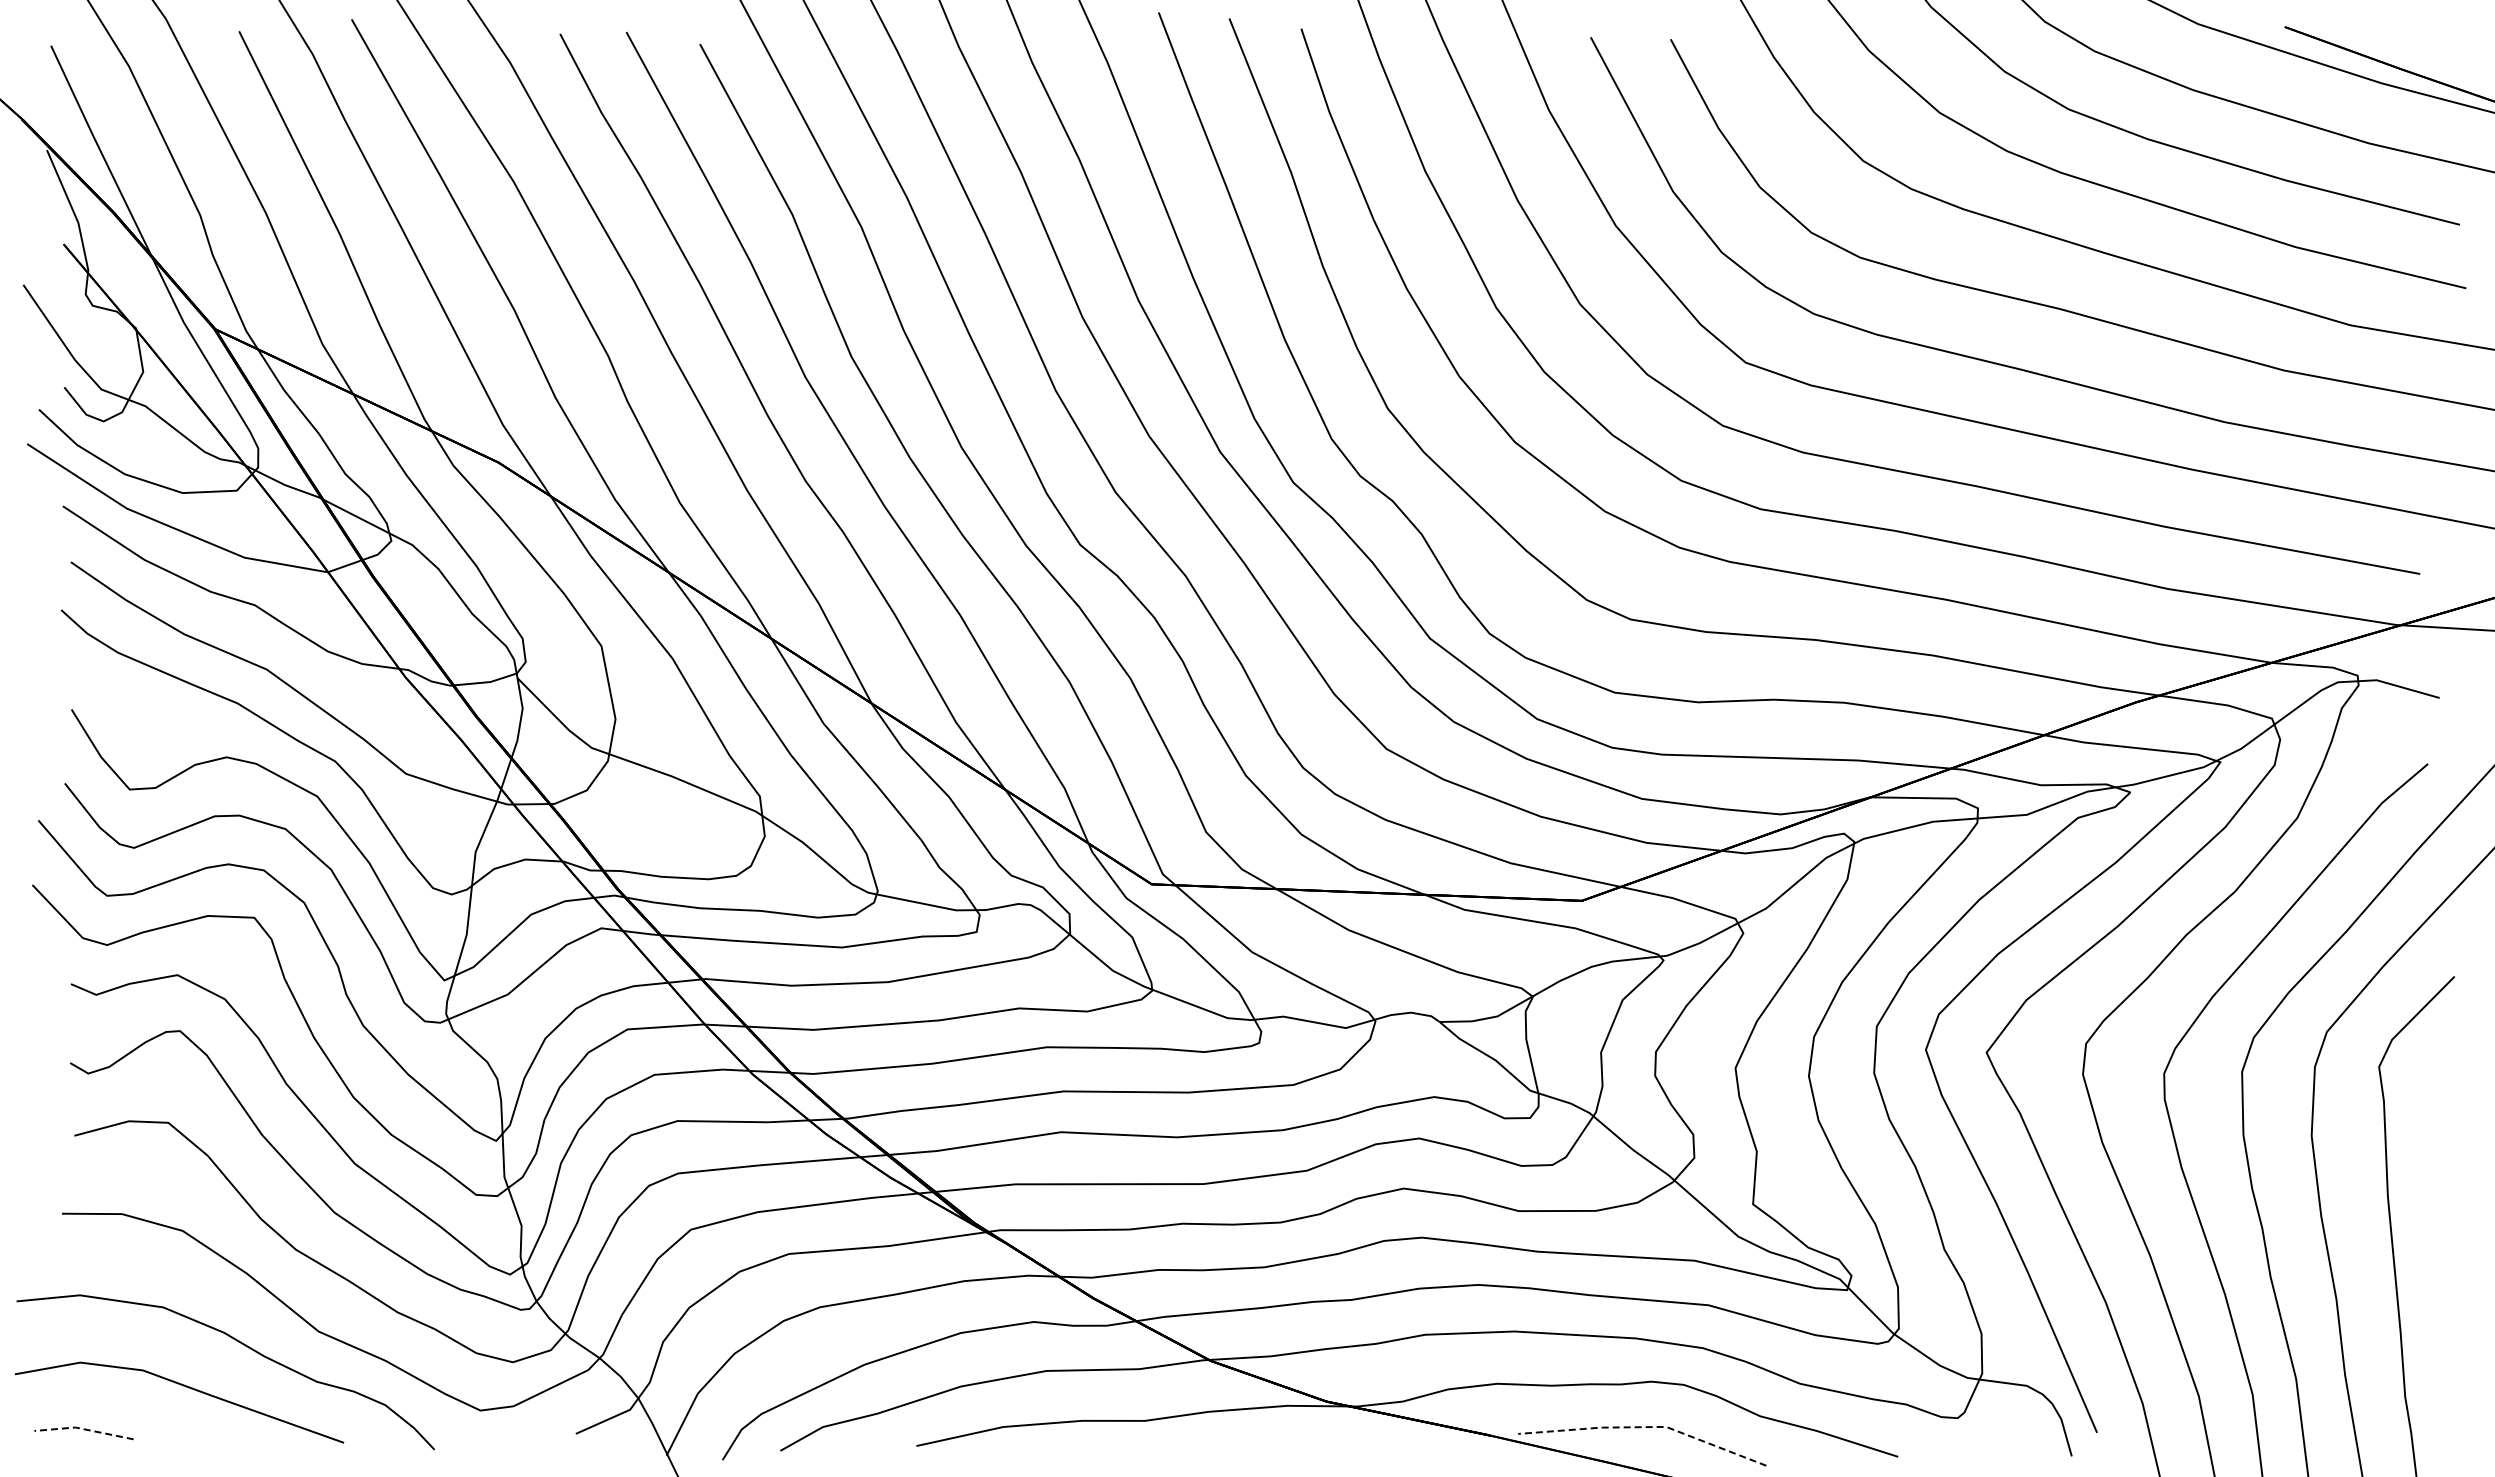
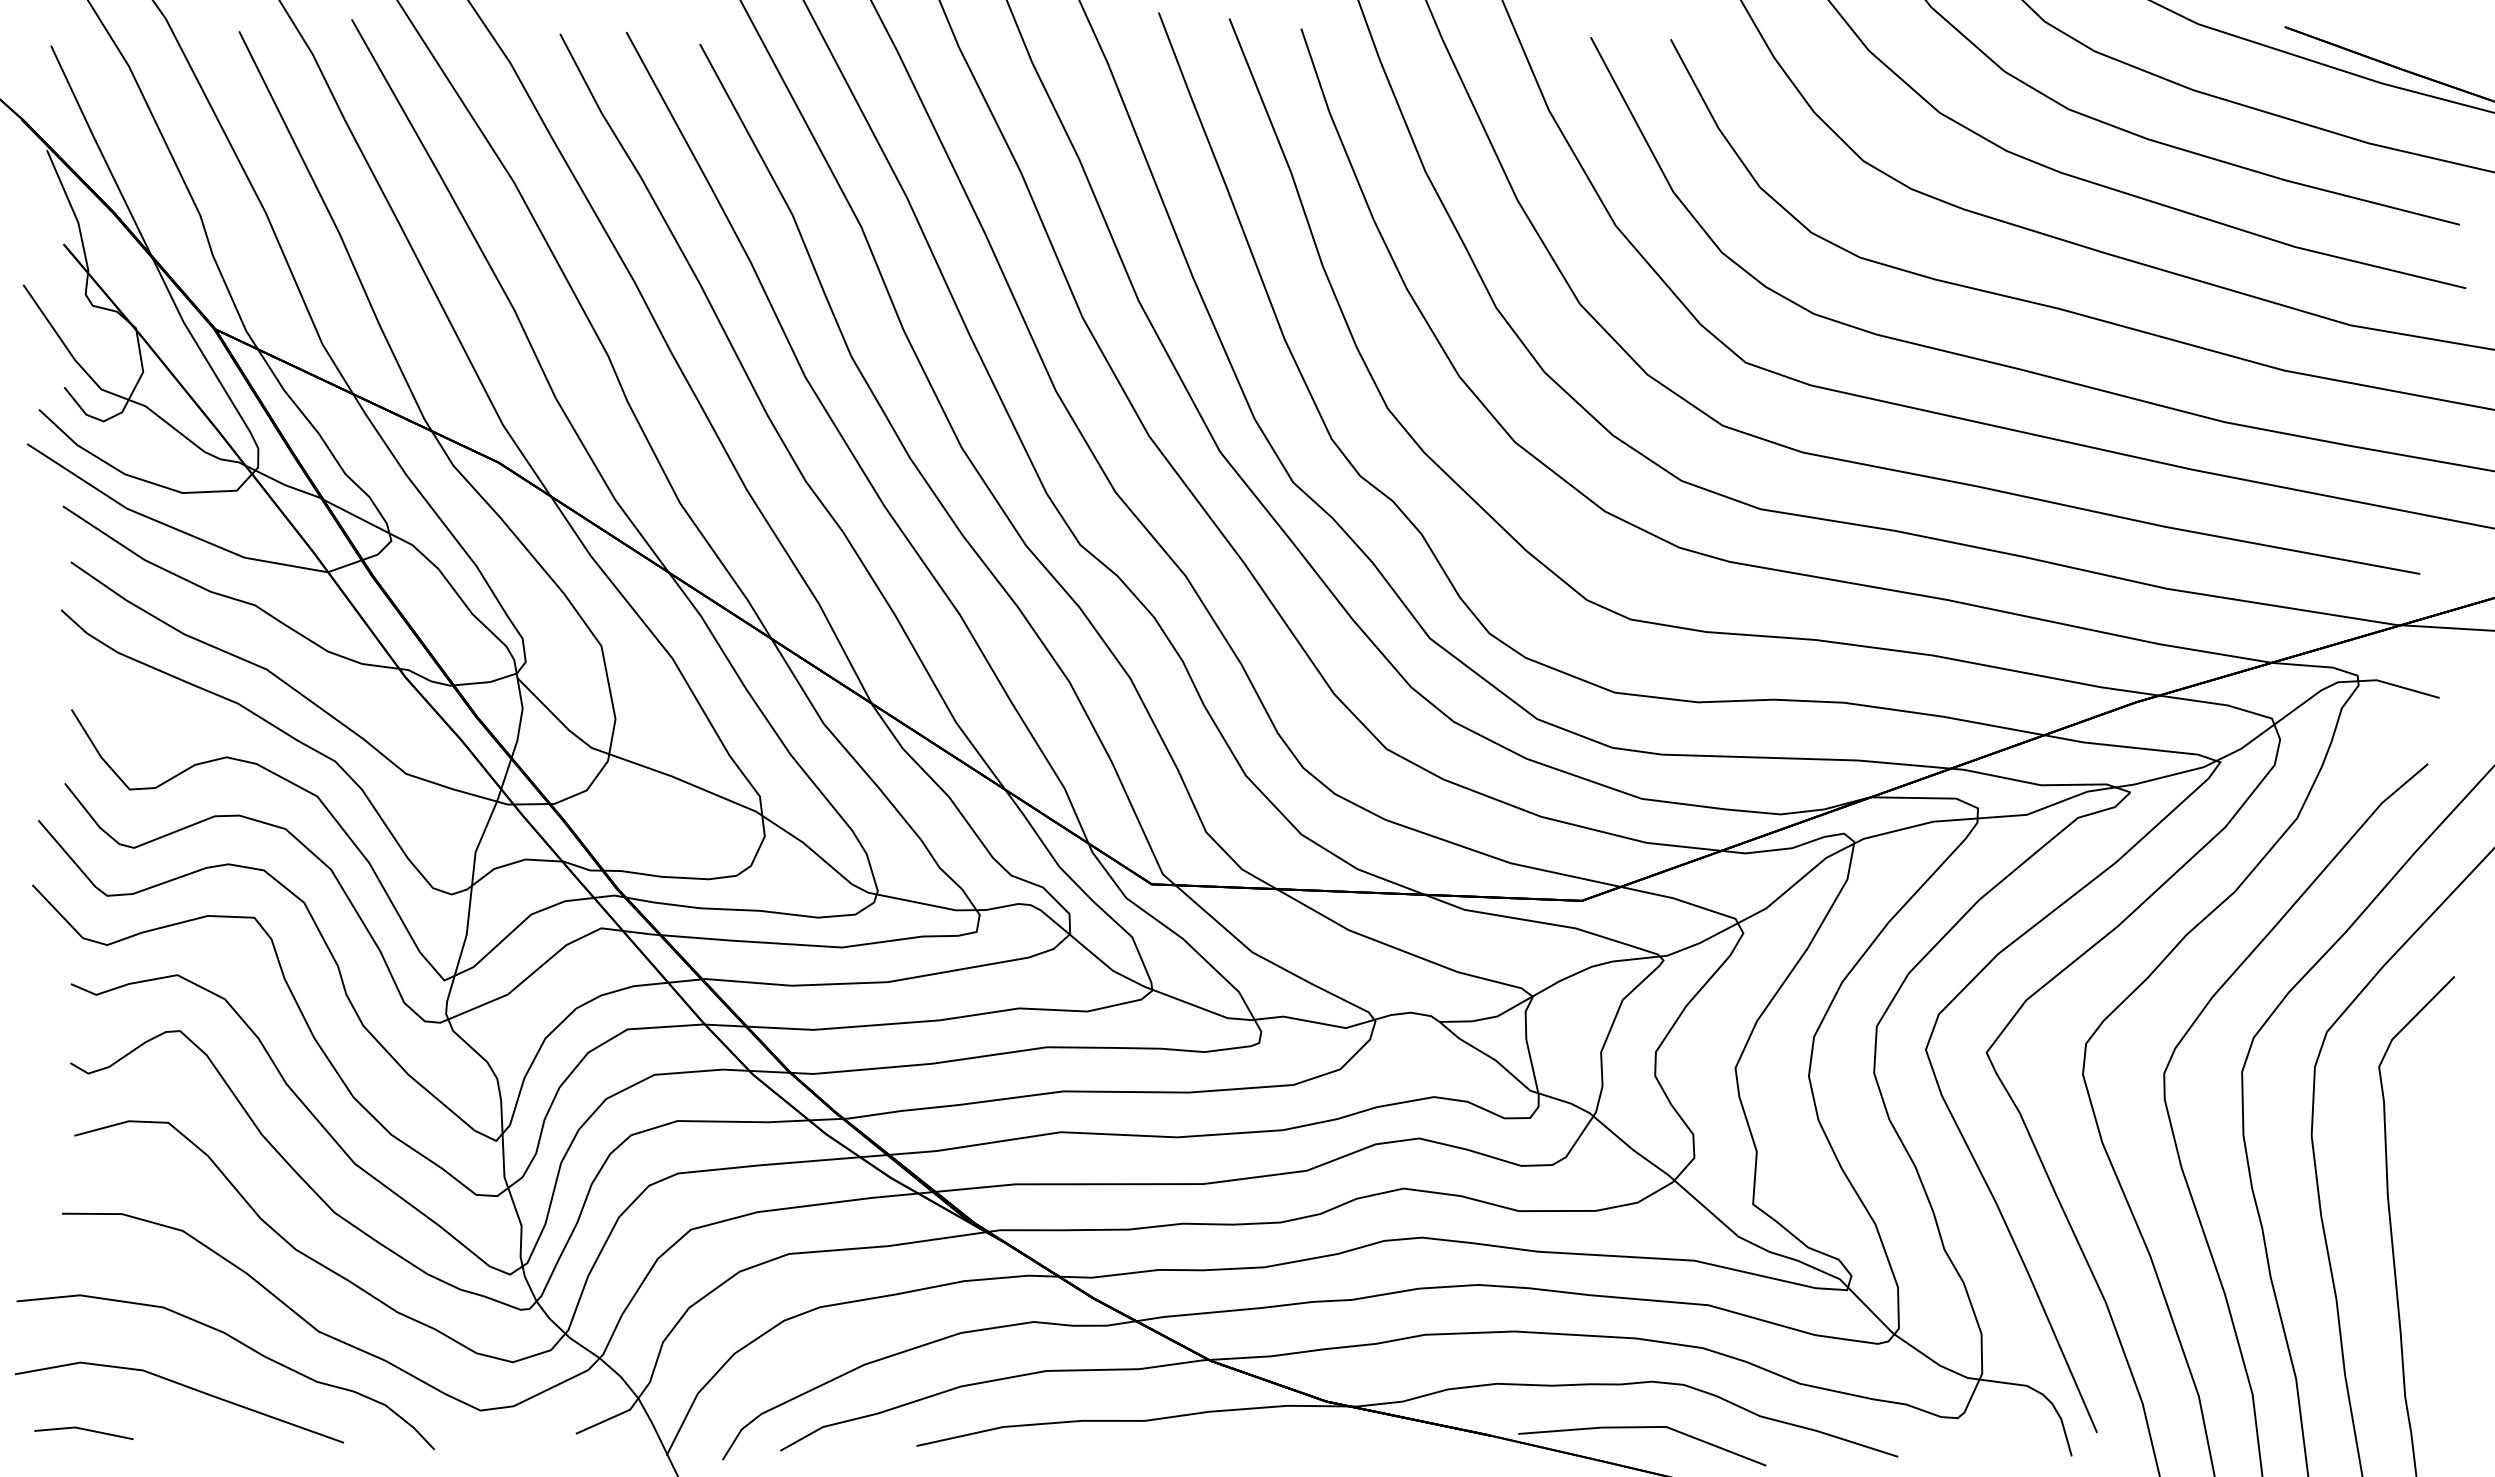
line at (1645, 1427): dashed -> solid
line at (83, 1429): dashed -> solid
